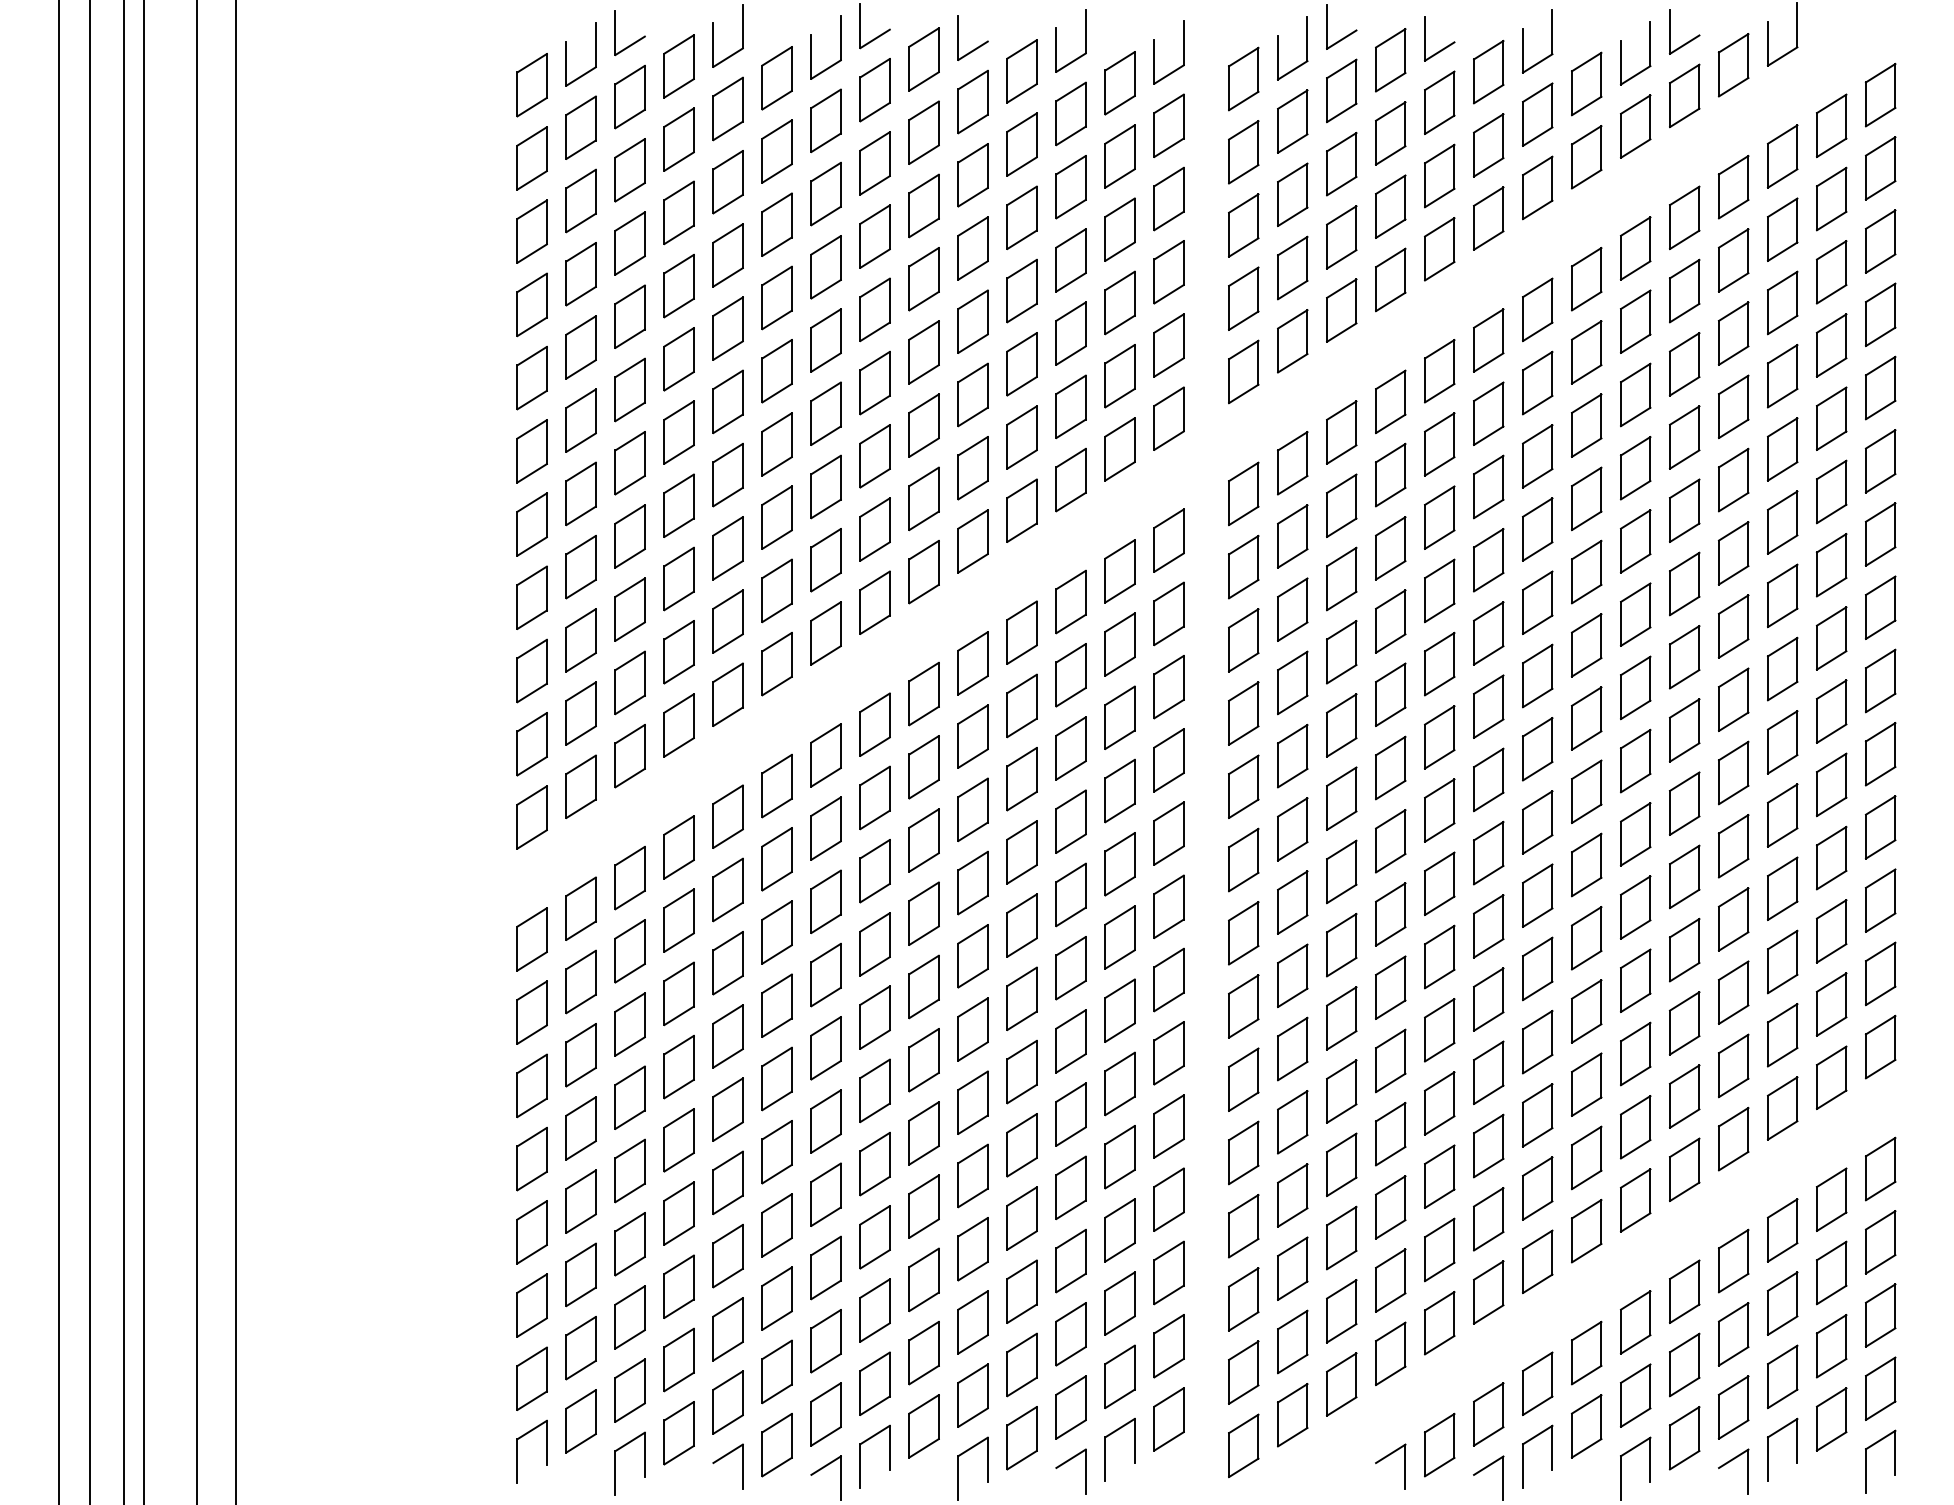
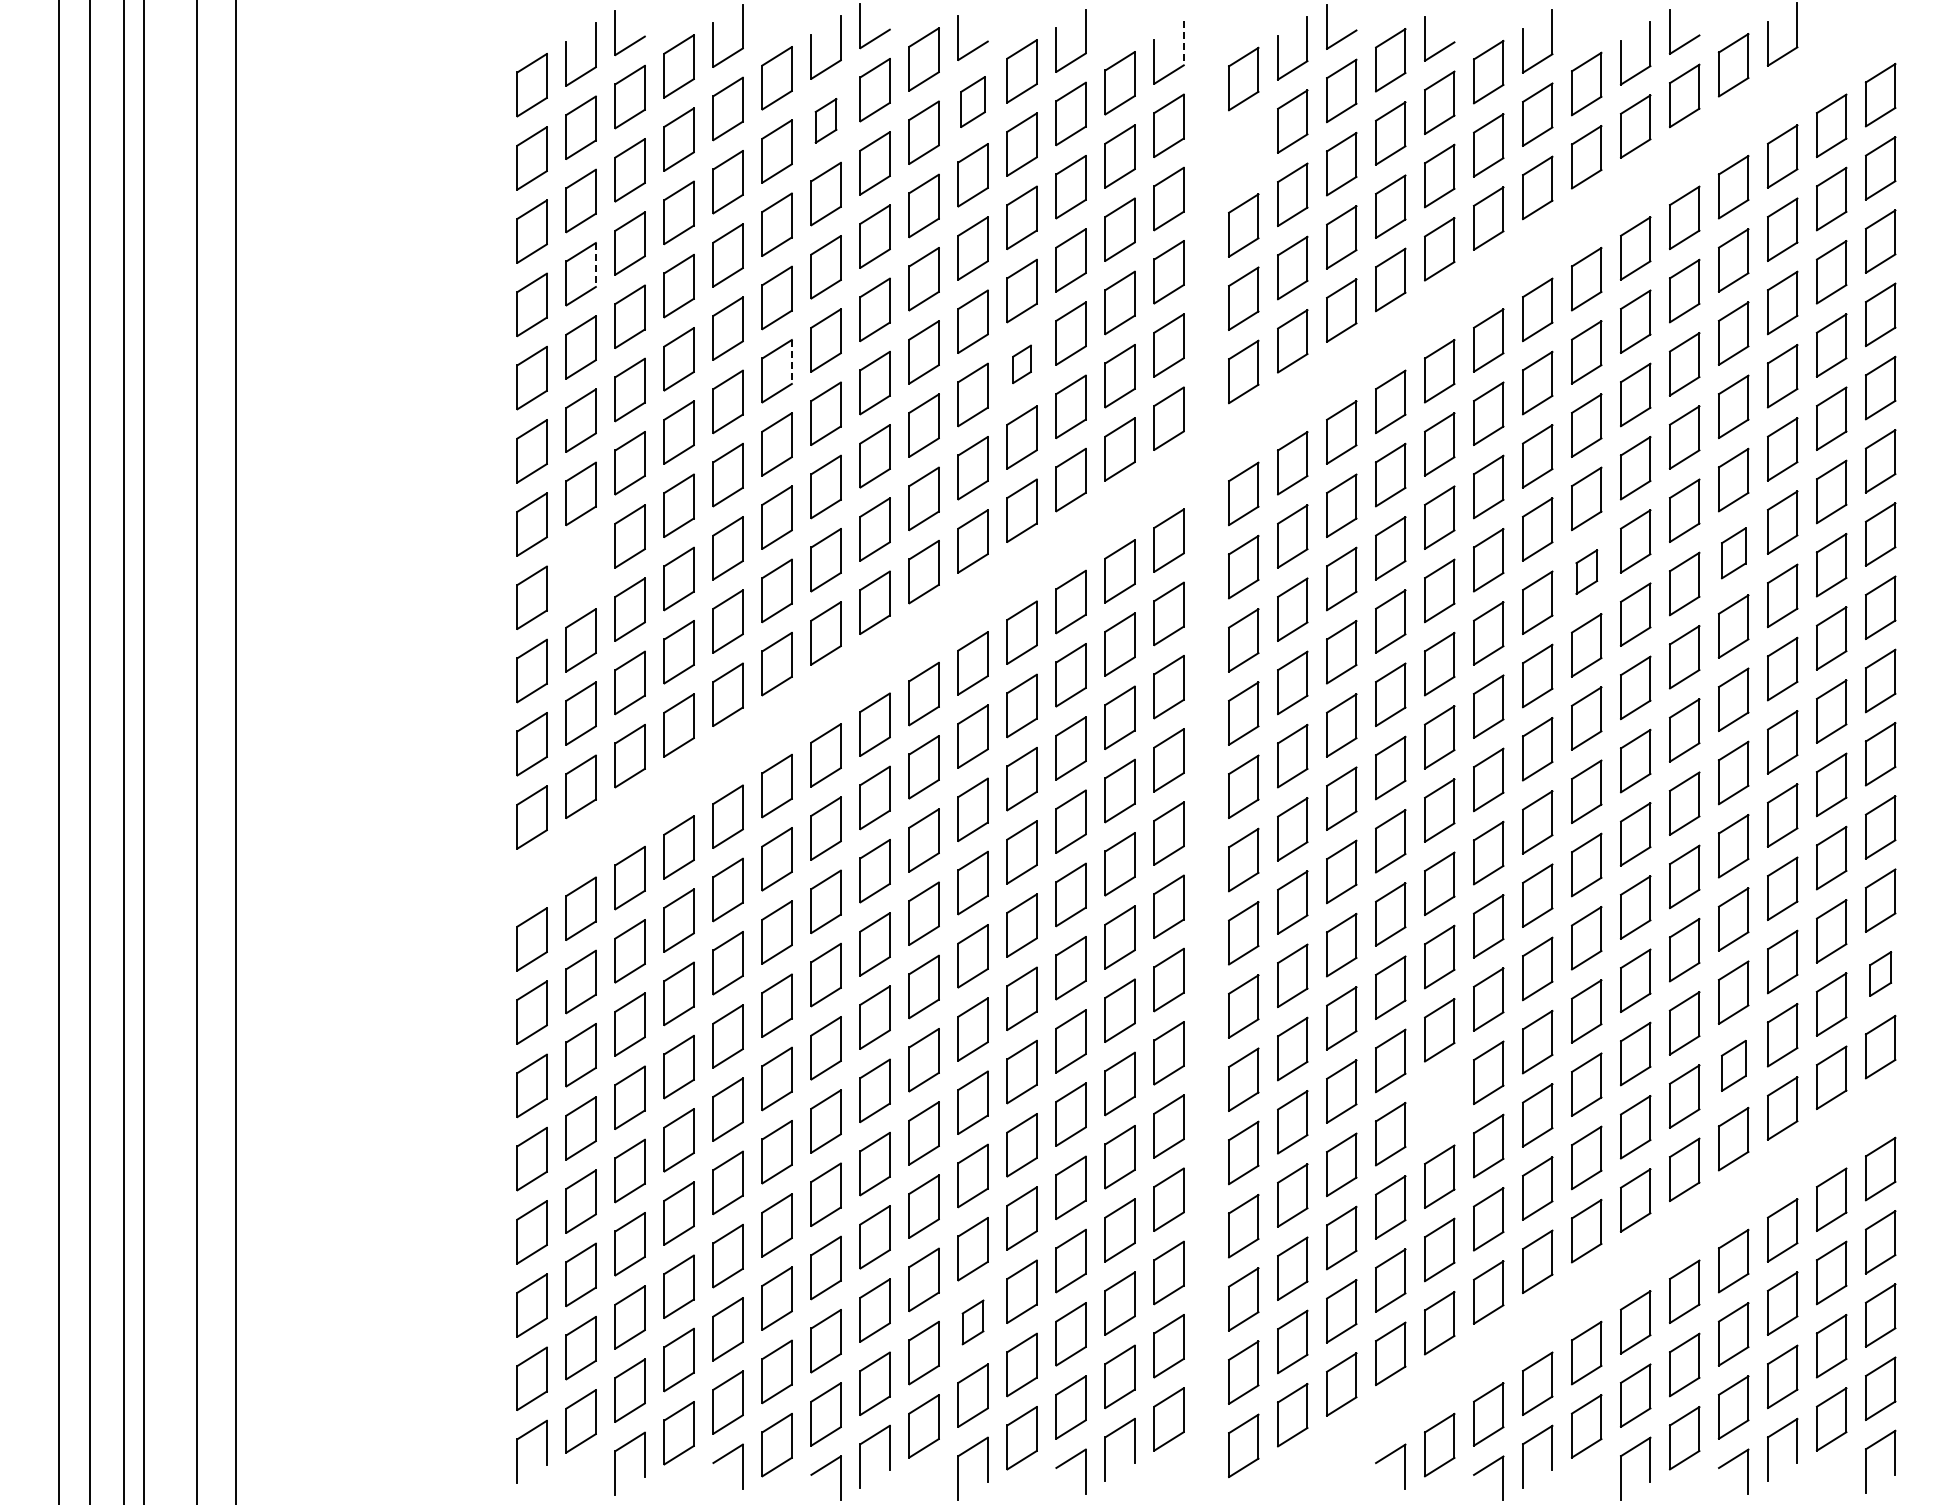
line at (1183, 43): solid -> dashed
part at (972, 101) size: 32x66 px -> 26x52 px
part at (825, 120) size: 32x66 px -> 24x46 px
part at (1243, 152): present -> none
line at (595, 264): solid -> dashed
line at (791, 361): solid -> dashed
part at (1021, 364) size: 32x65 px -> 20x40 px
part at (1733, 553) size: 32x65 px -> 26x53 px
part at (580, 567): present -> none
part at (1586, 571) size: 32x66 px -> 24x46 px
part at (1880, 973) size: 32x66 px -> 24x46 px
part at (1733, 1065) size: 32x66 px -> 26x52 px
part at (1439, 1103): present -> none
part at (972, 1322) size: 32x65 px -> 24x47 px
